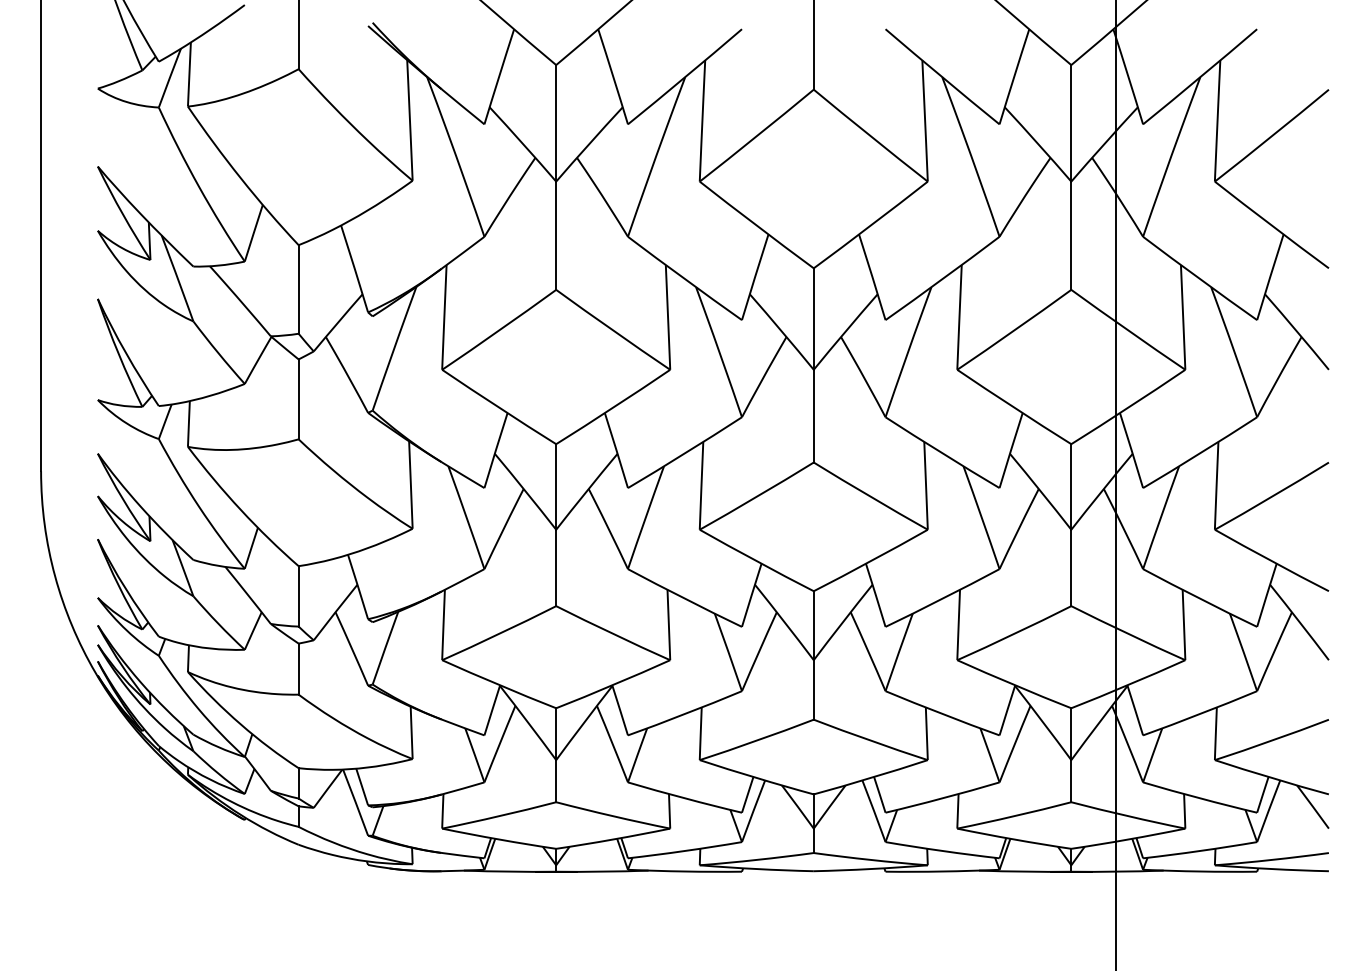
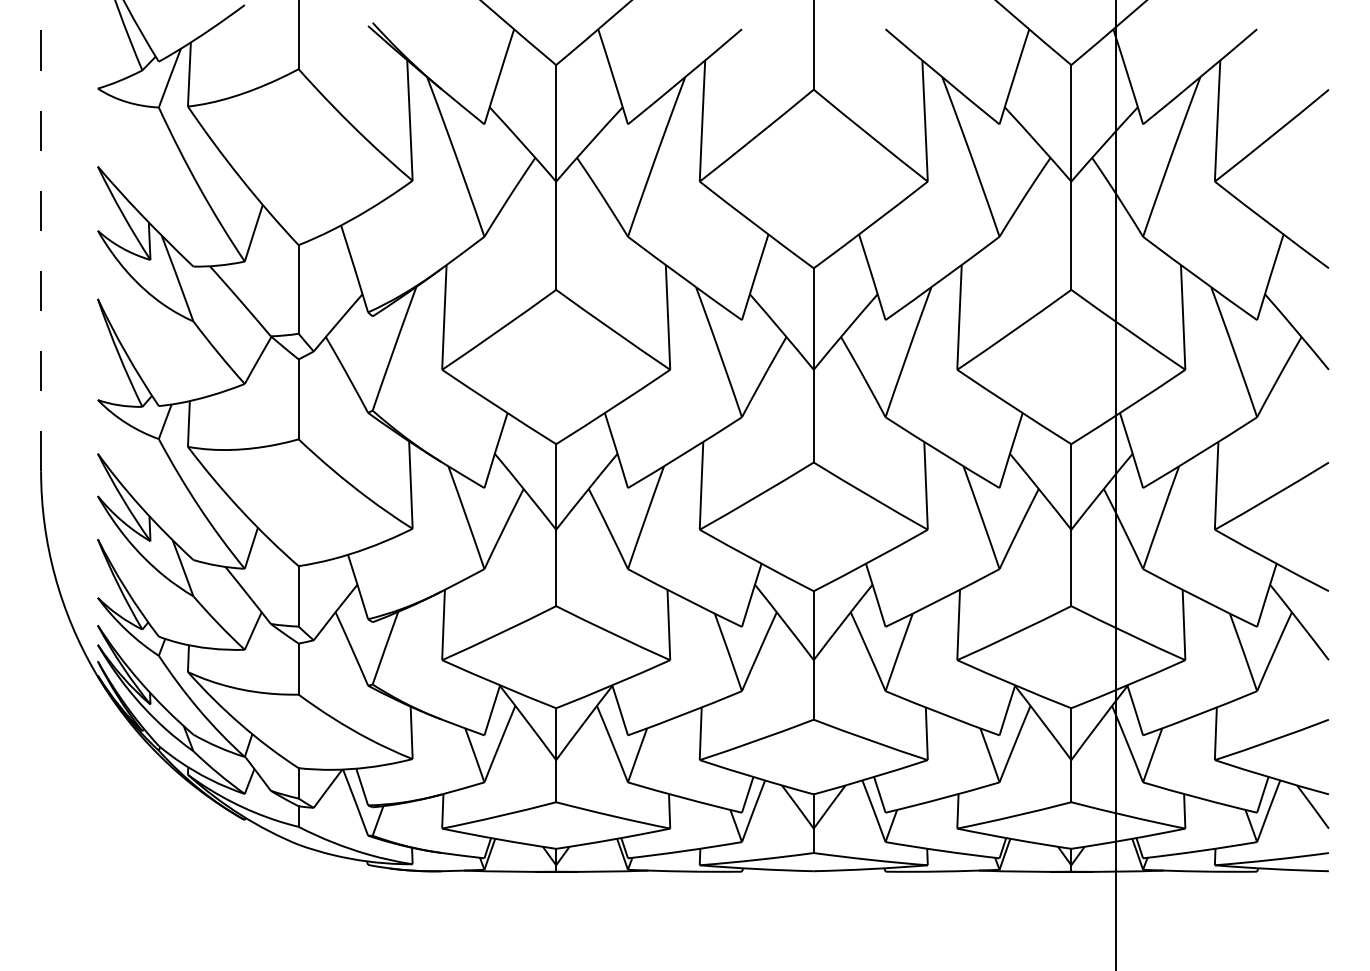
line at (41, 235): solid -> dashed
